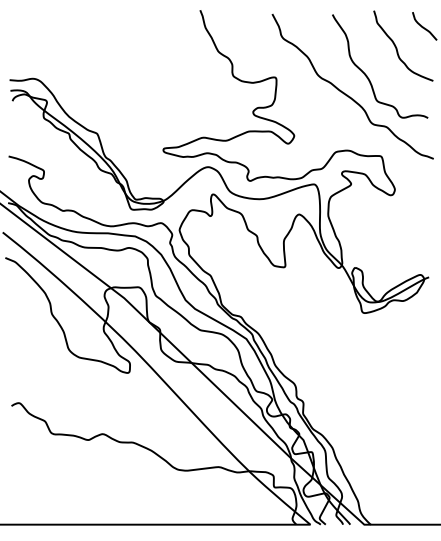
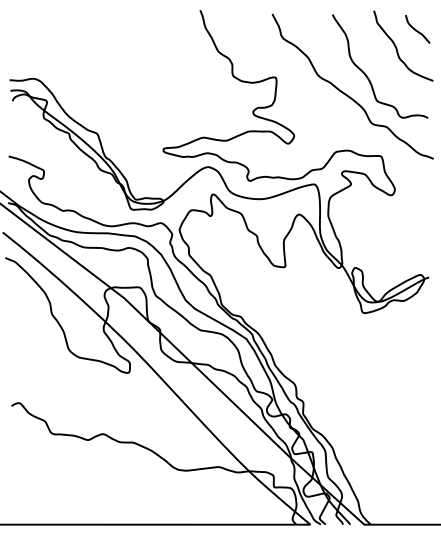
curve at (423, 26) position: (423, 26) -> (416, 29)
